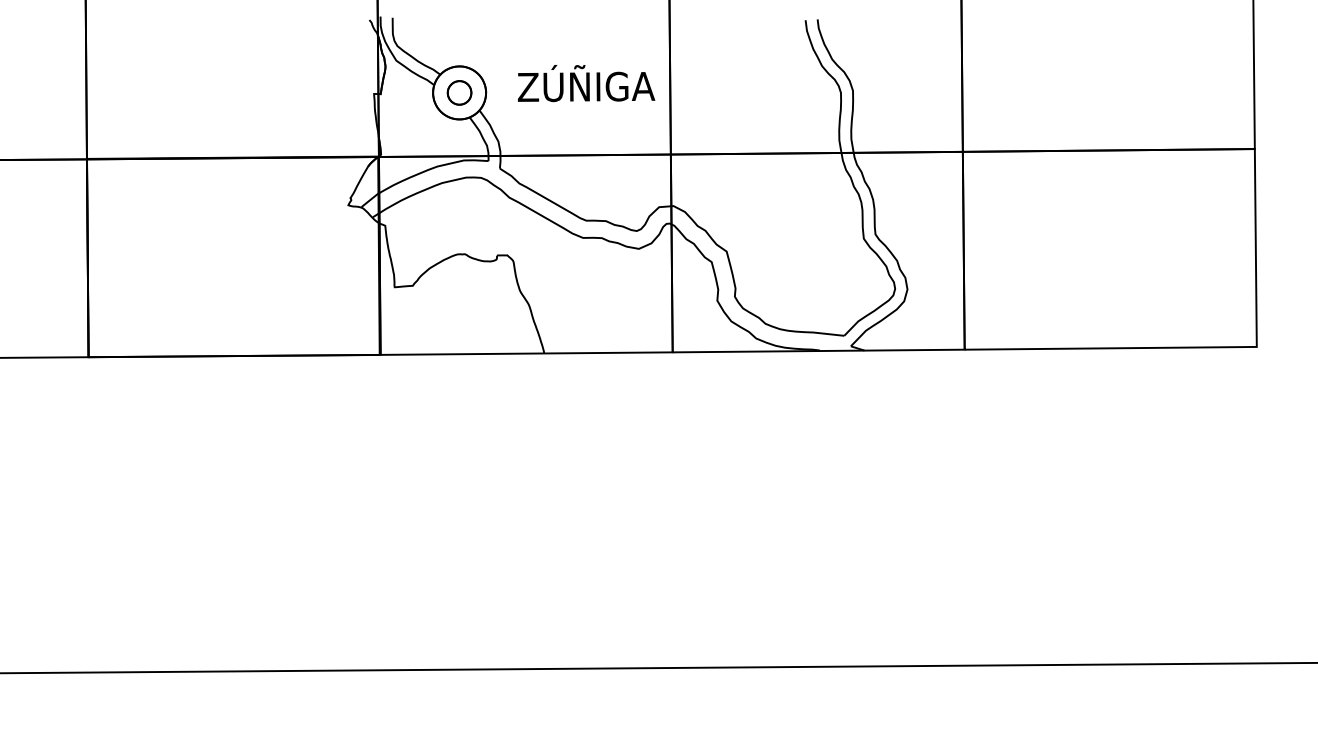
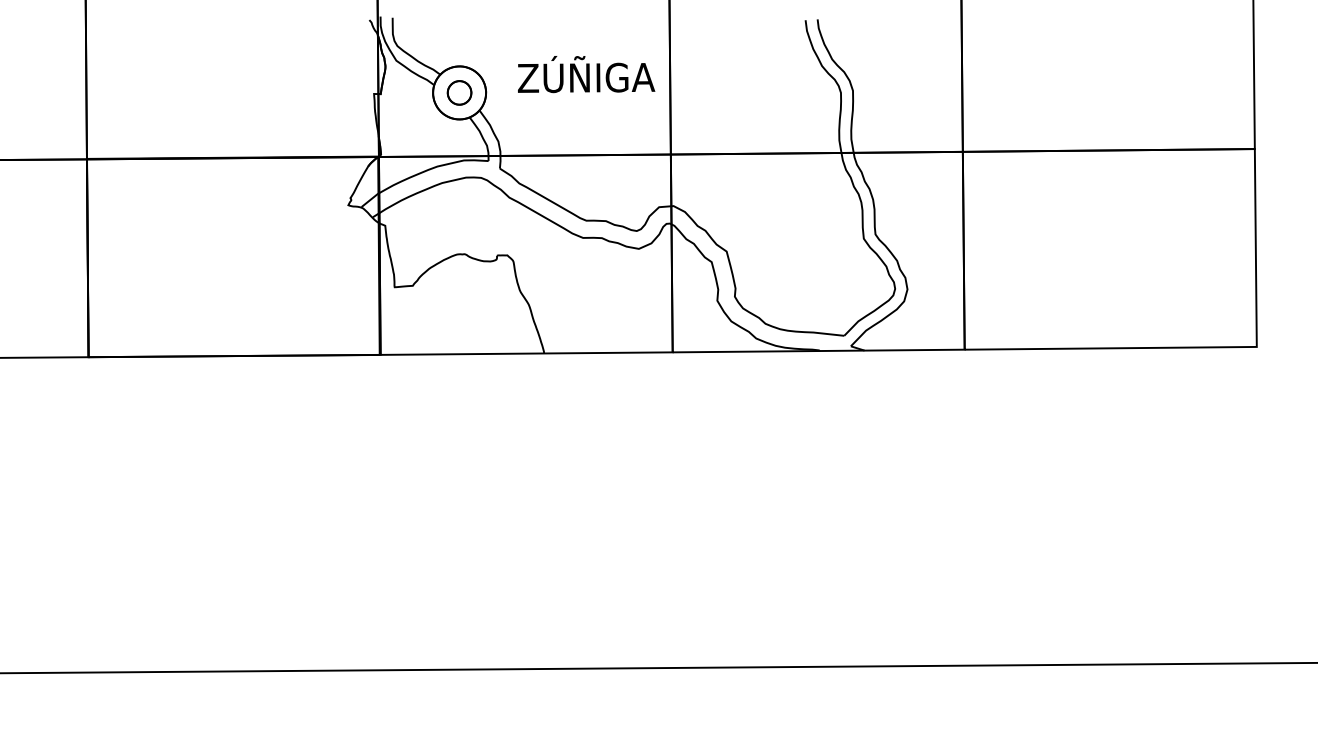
text at (586, 83) position: (586, 83) -> (586, 74)
